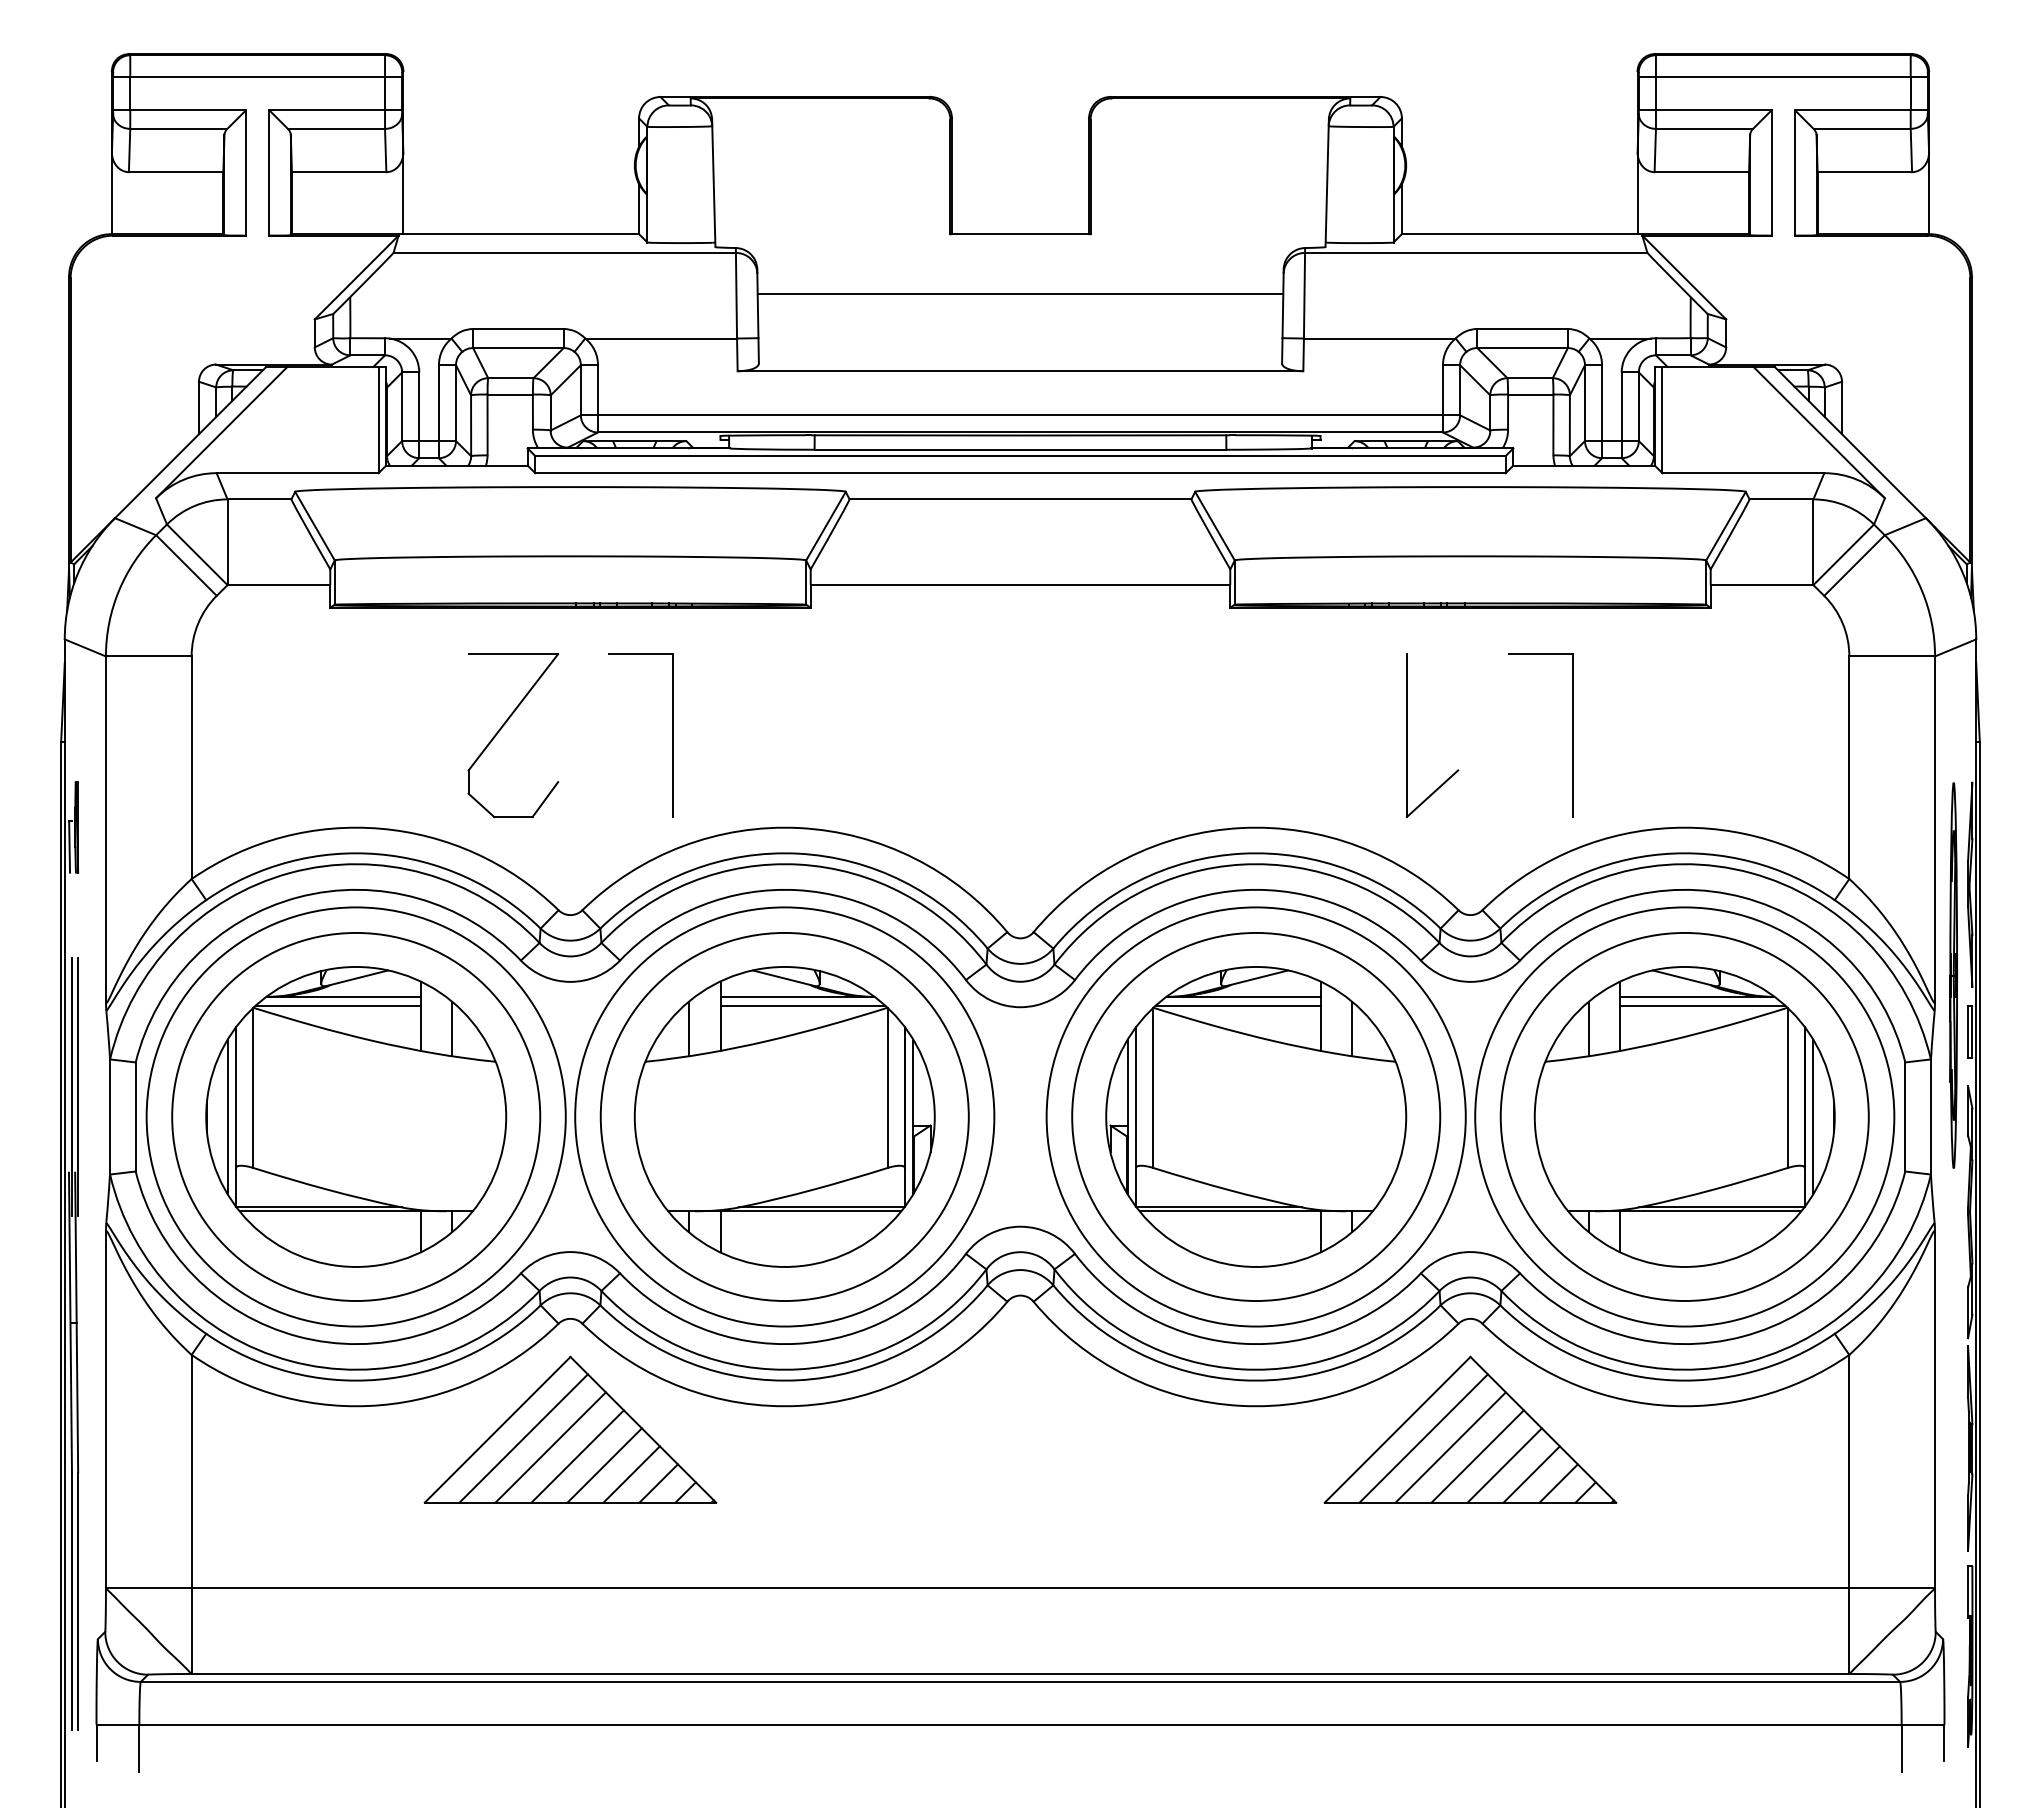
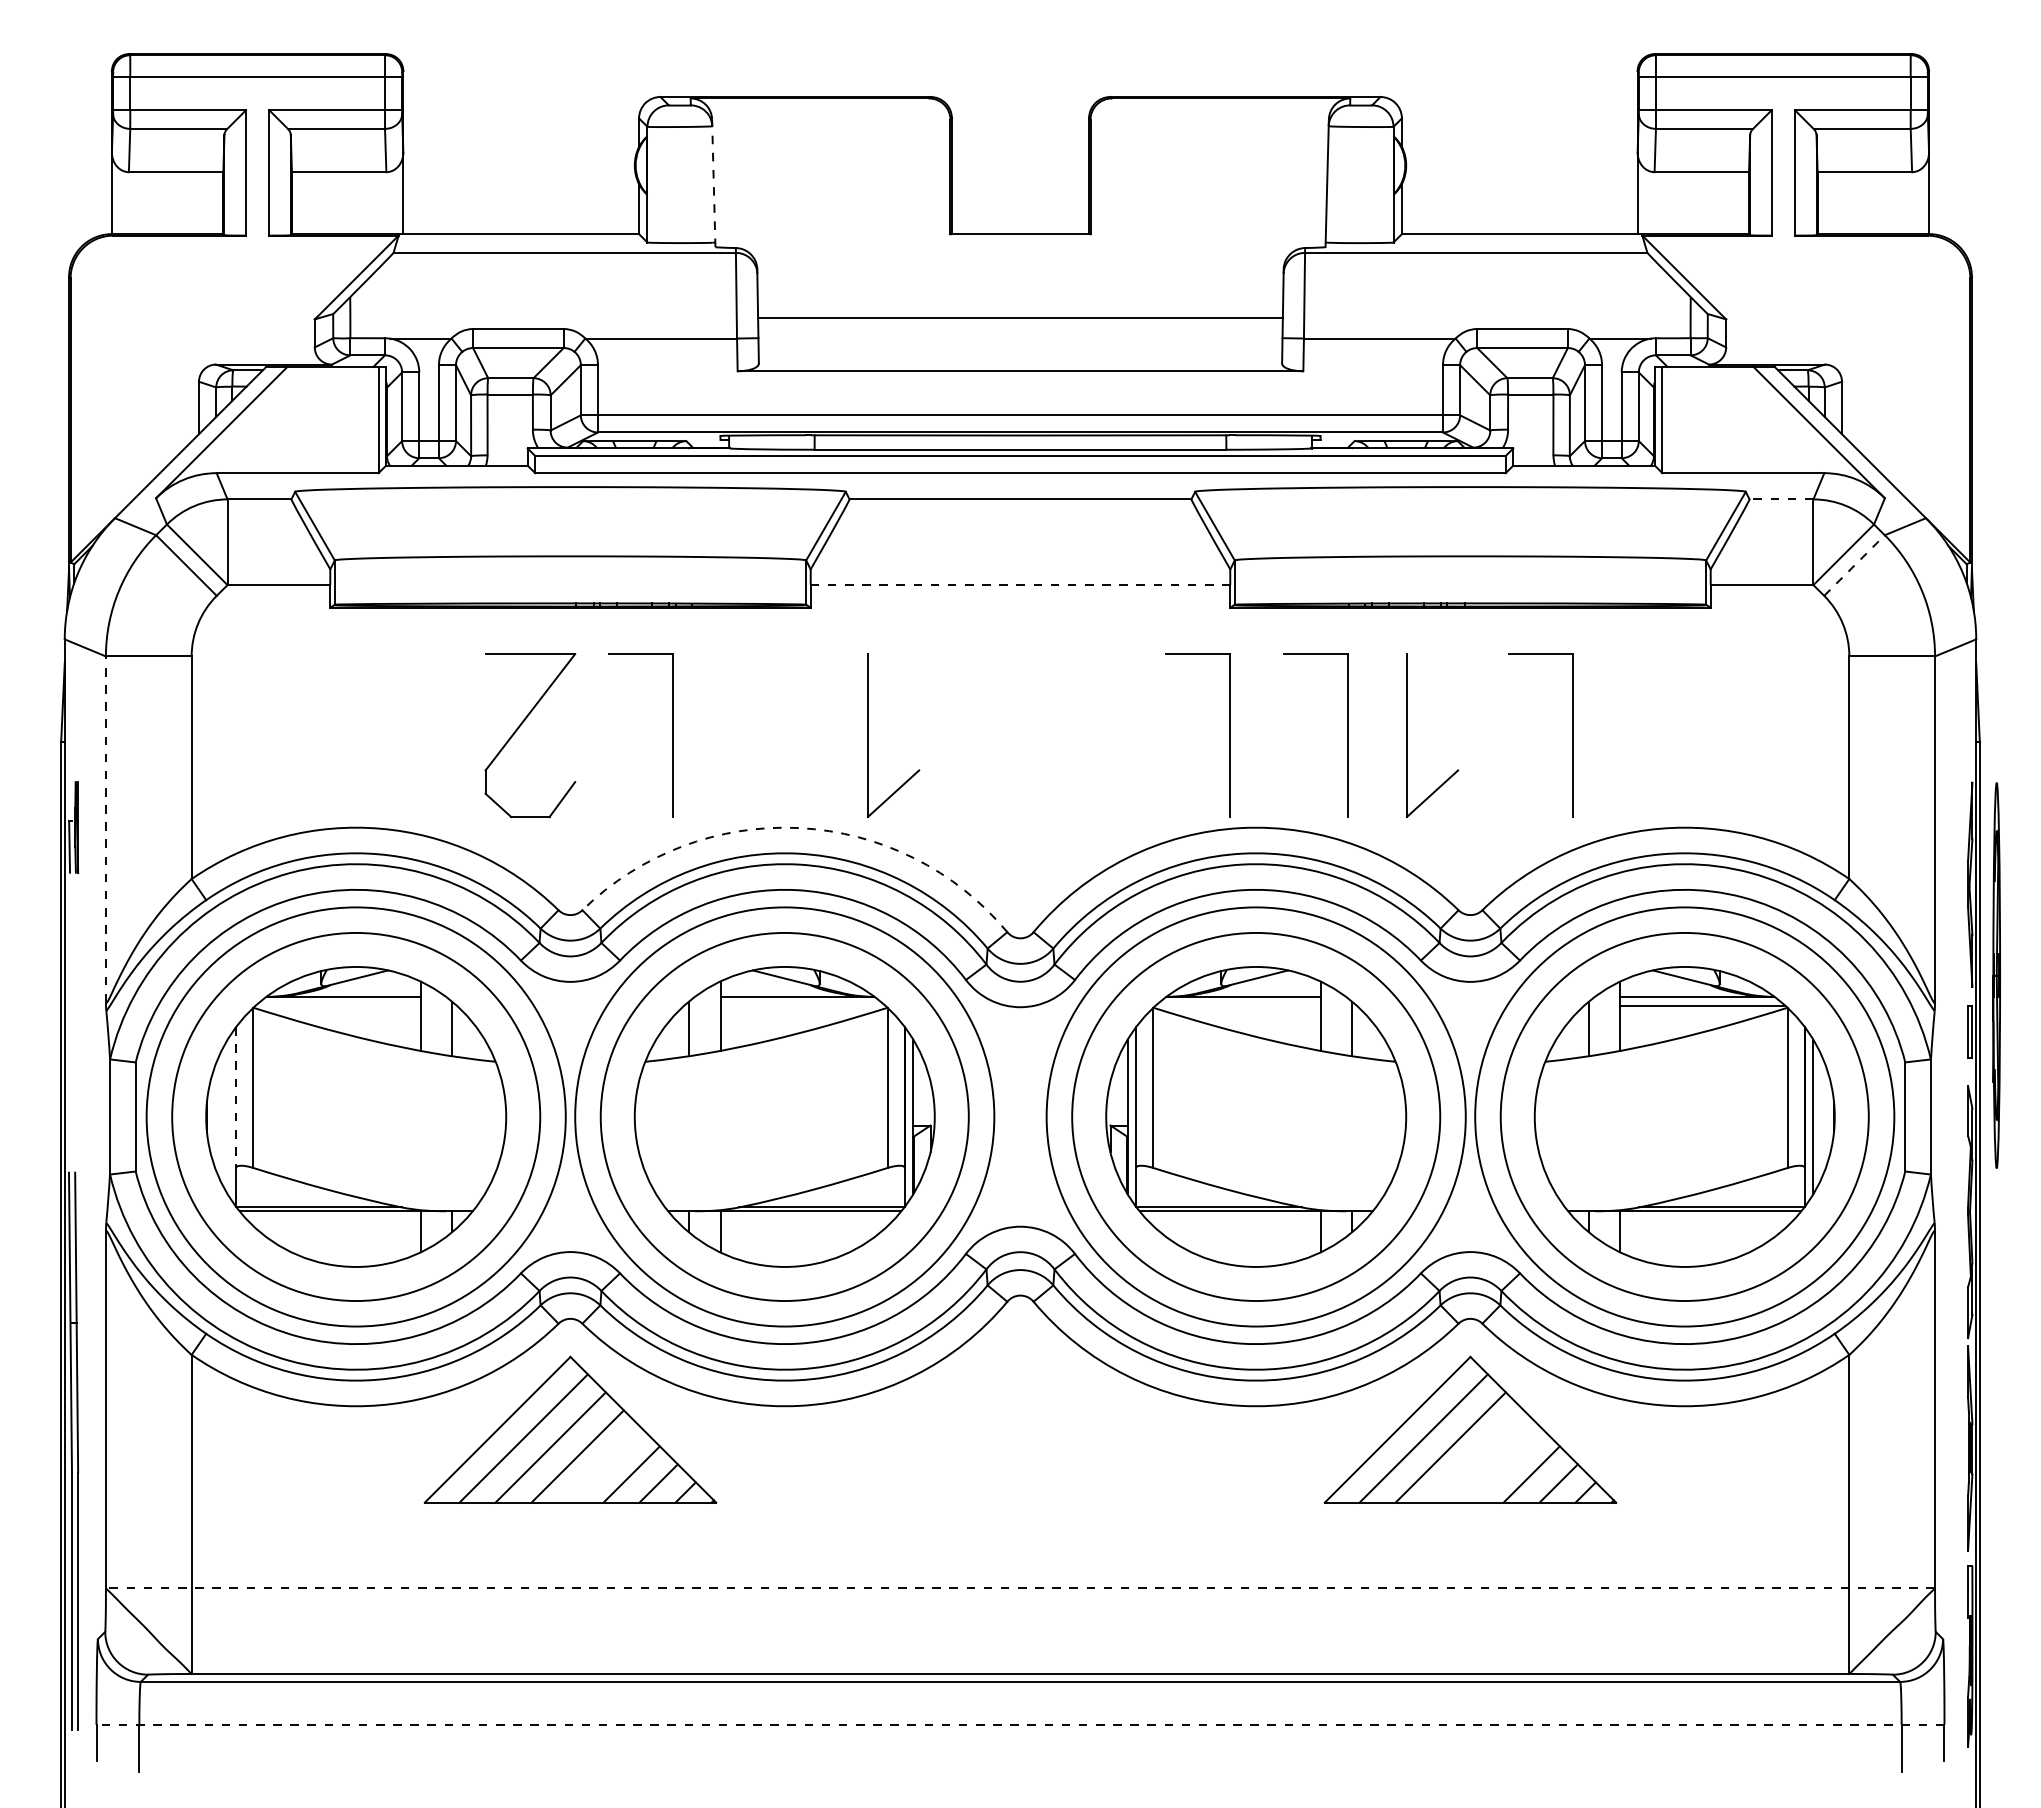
line at (713, 183): solid -> dashed
line at (1020, 294) position: (1020, 294) -> (1020, 318)
line at (1781, 499): solid -> dashed
line at (1854, 565): solid -> dashed
line at (1020, 585): solid -> dashed
part at (502, 728) position: (502, 728) -> (519, 728)
part at (868, 735): none -> present
part at (1229, 735): none -> present
part at (1347, 735): none -> present
arc at (799, 828): solid -> dashed
line at (105, 829): solid -> dashed
part at (1953, 975) position: (1953, 975) -> (1996, 975)
line at (337, 1005): present -> none
line at (802, 1005): present -> none
line at (1237, 1005): present -> none
line at (71, 1086): present -> none
line at (78, 1086): present -> none
line at (236, 1098): solid -> dashed
line at (227, 1116): present -> none
line at (1477, 1456): present -> none
line at (604, 1465): present -> none
line at (1504, 1465): present -> none
line at (1020, 1588): solid -> dashed
line at (1020, 1724): solid -> dashed
